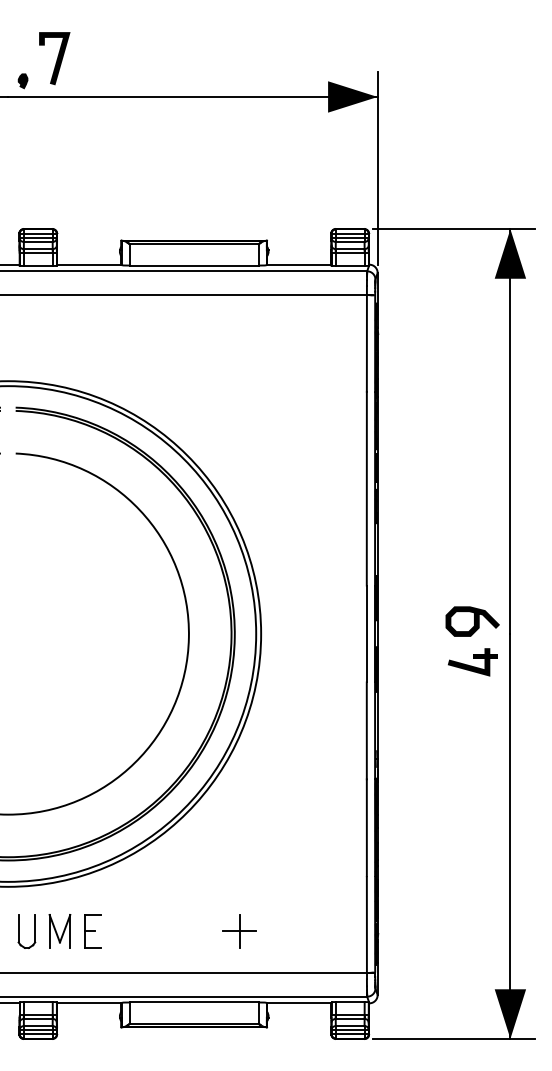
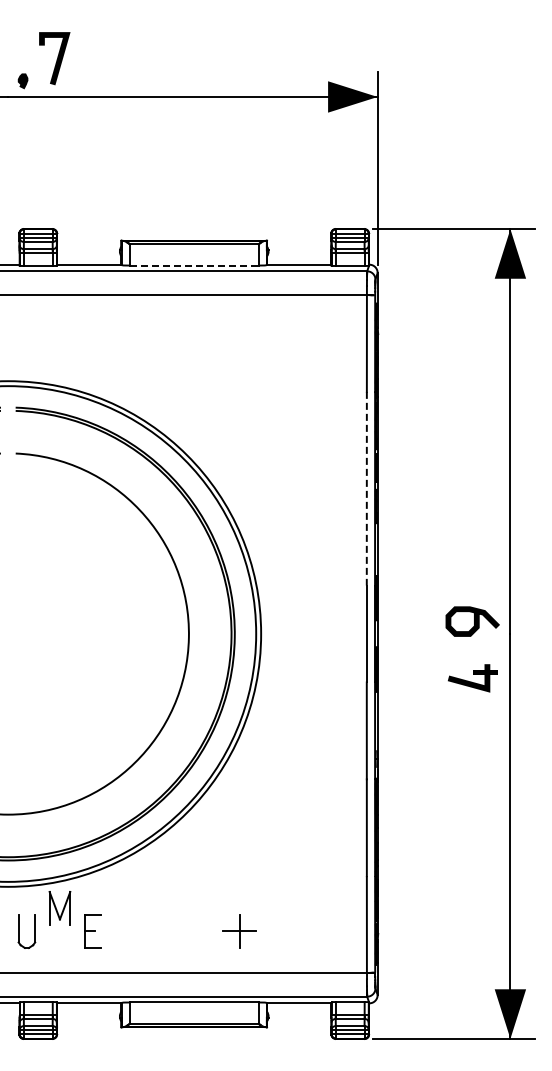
line at (194, 265): solid -> dashed
line at (366, 488): solid -> dashed
part at (472, 662) position: (472, 662) -> (472, 678)
part at (59, 931) position: (59, 931) -> (59, 908)
